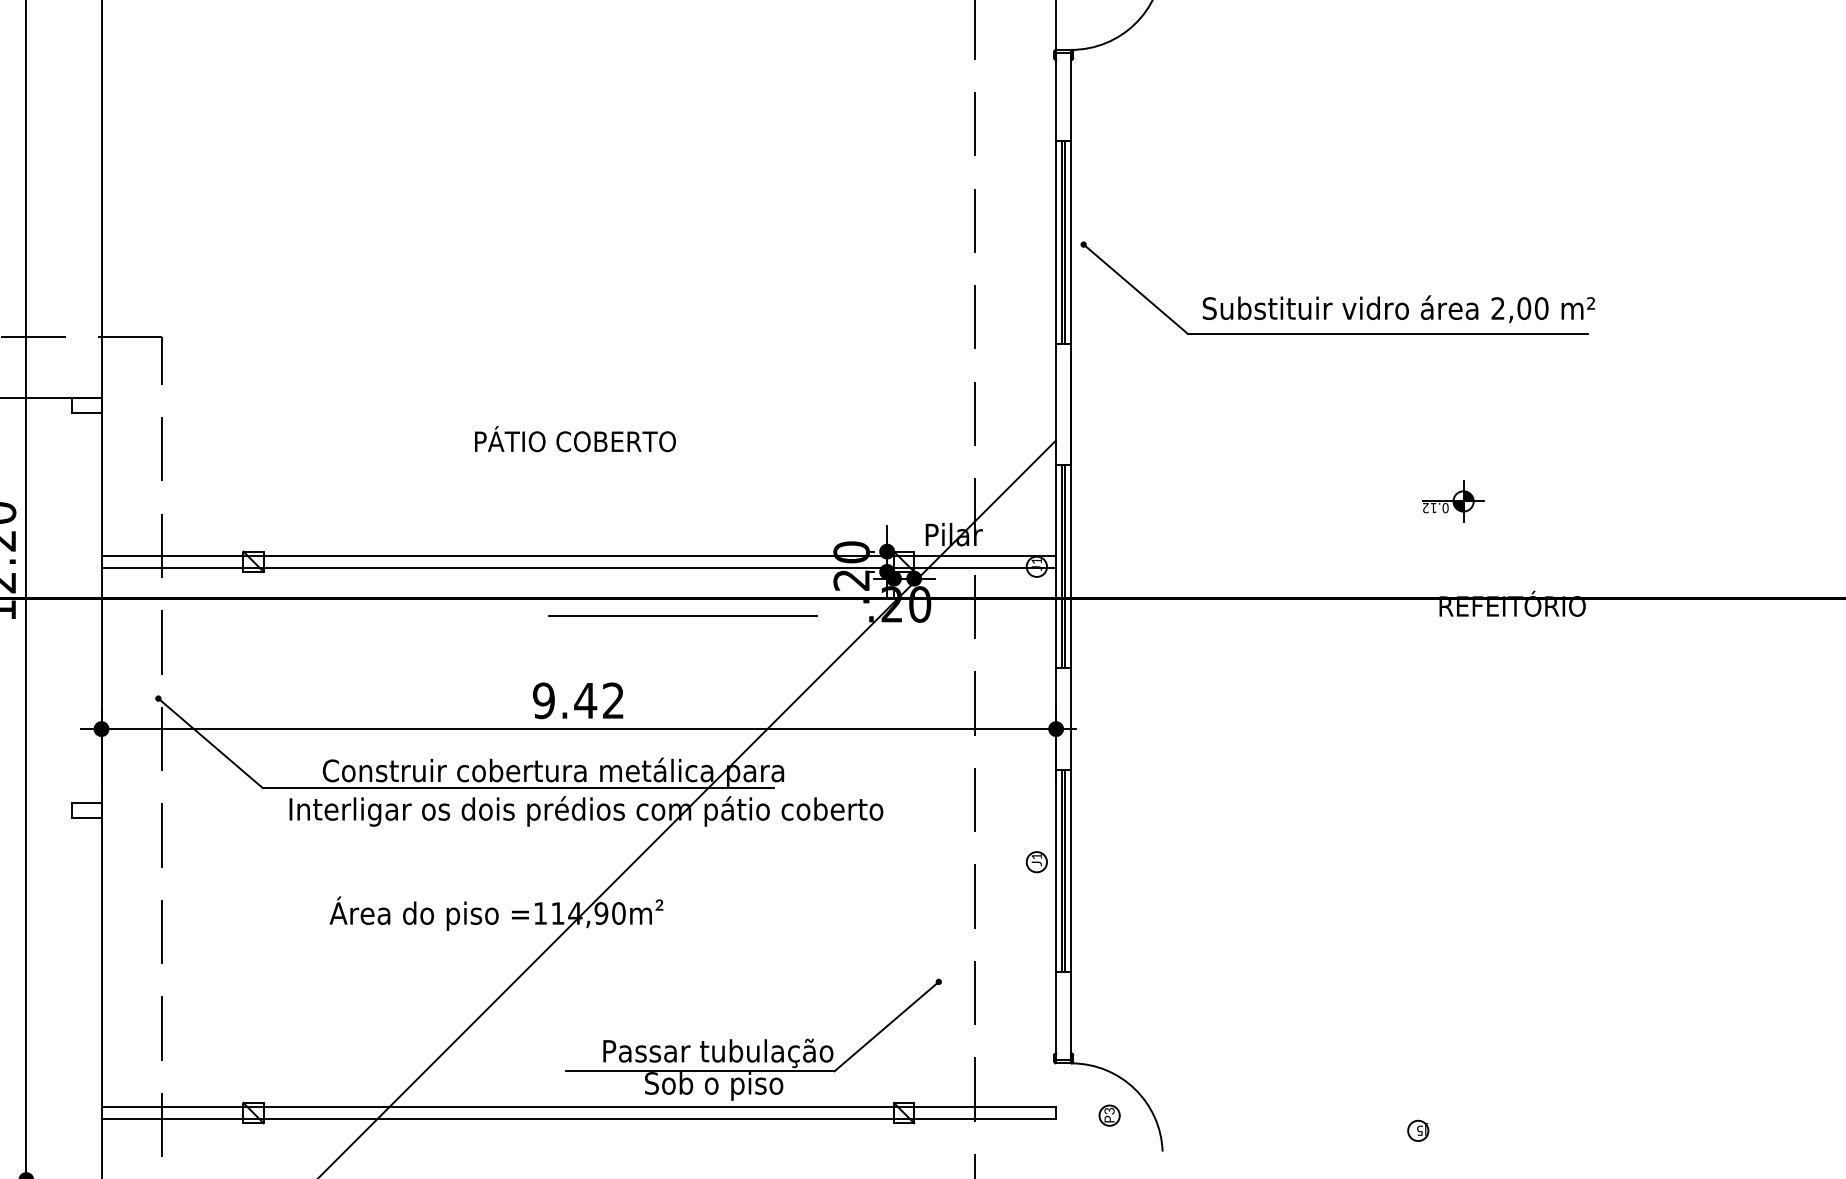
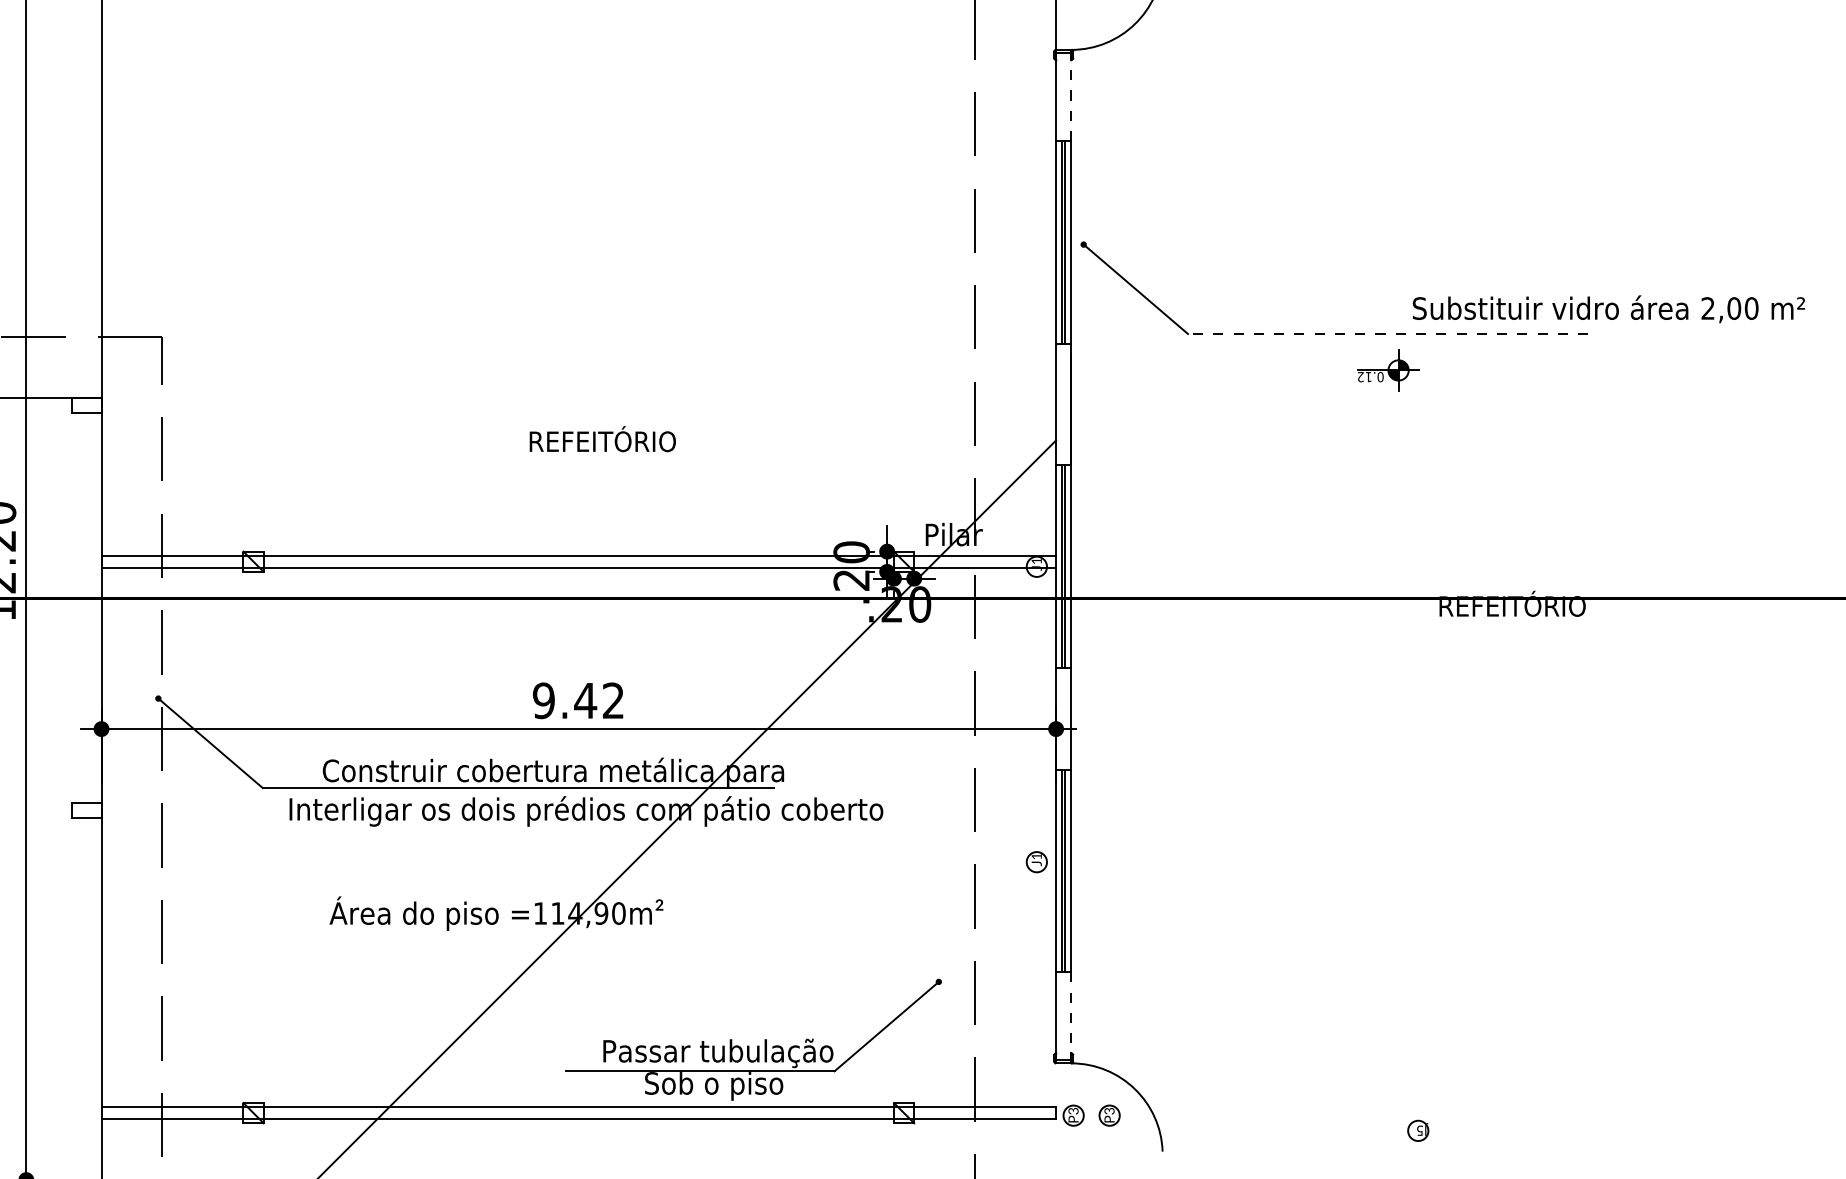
line at (1071, 96): solid -> dashed
text at (1398, 309) position: (1398, 309) -> (1608, 309)
line at (1387, 334): solid -> dashed
text at (566, 439): PÁTIO COBERTO -> REFEITÓRIO
part at (1453, 501) position: (1453, 501) -> (1388, 370)
line at (683, 616): present -> none
line at (1071, 1016): solid -> dashed
part at (1073, 1115): none -> present
